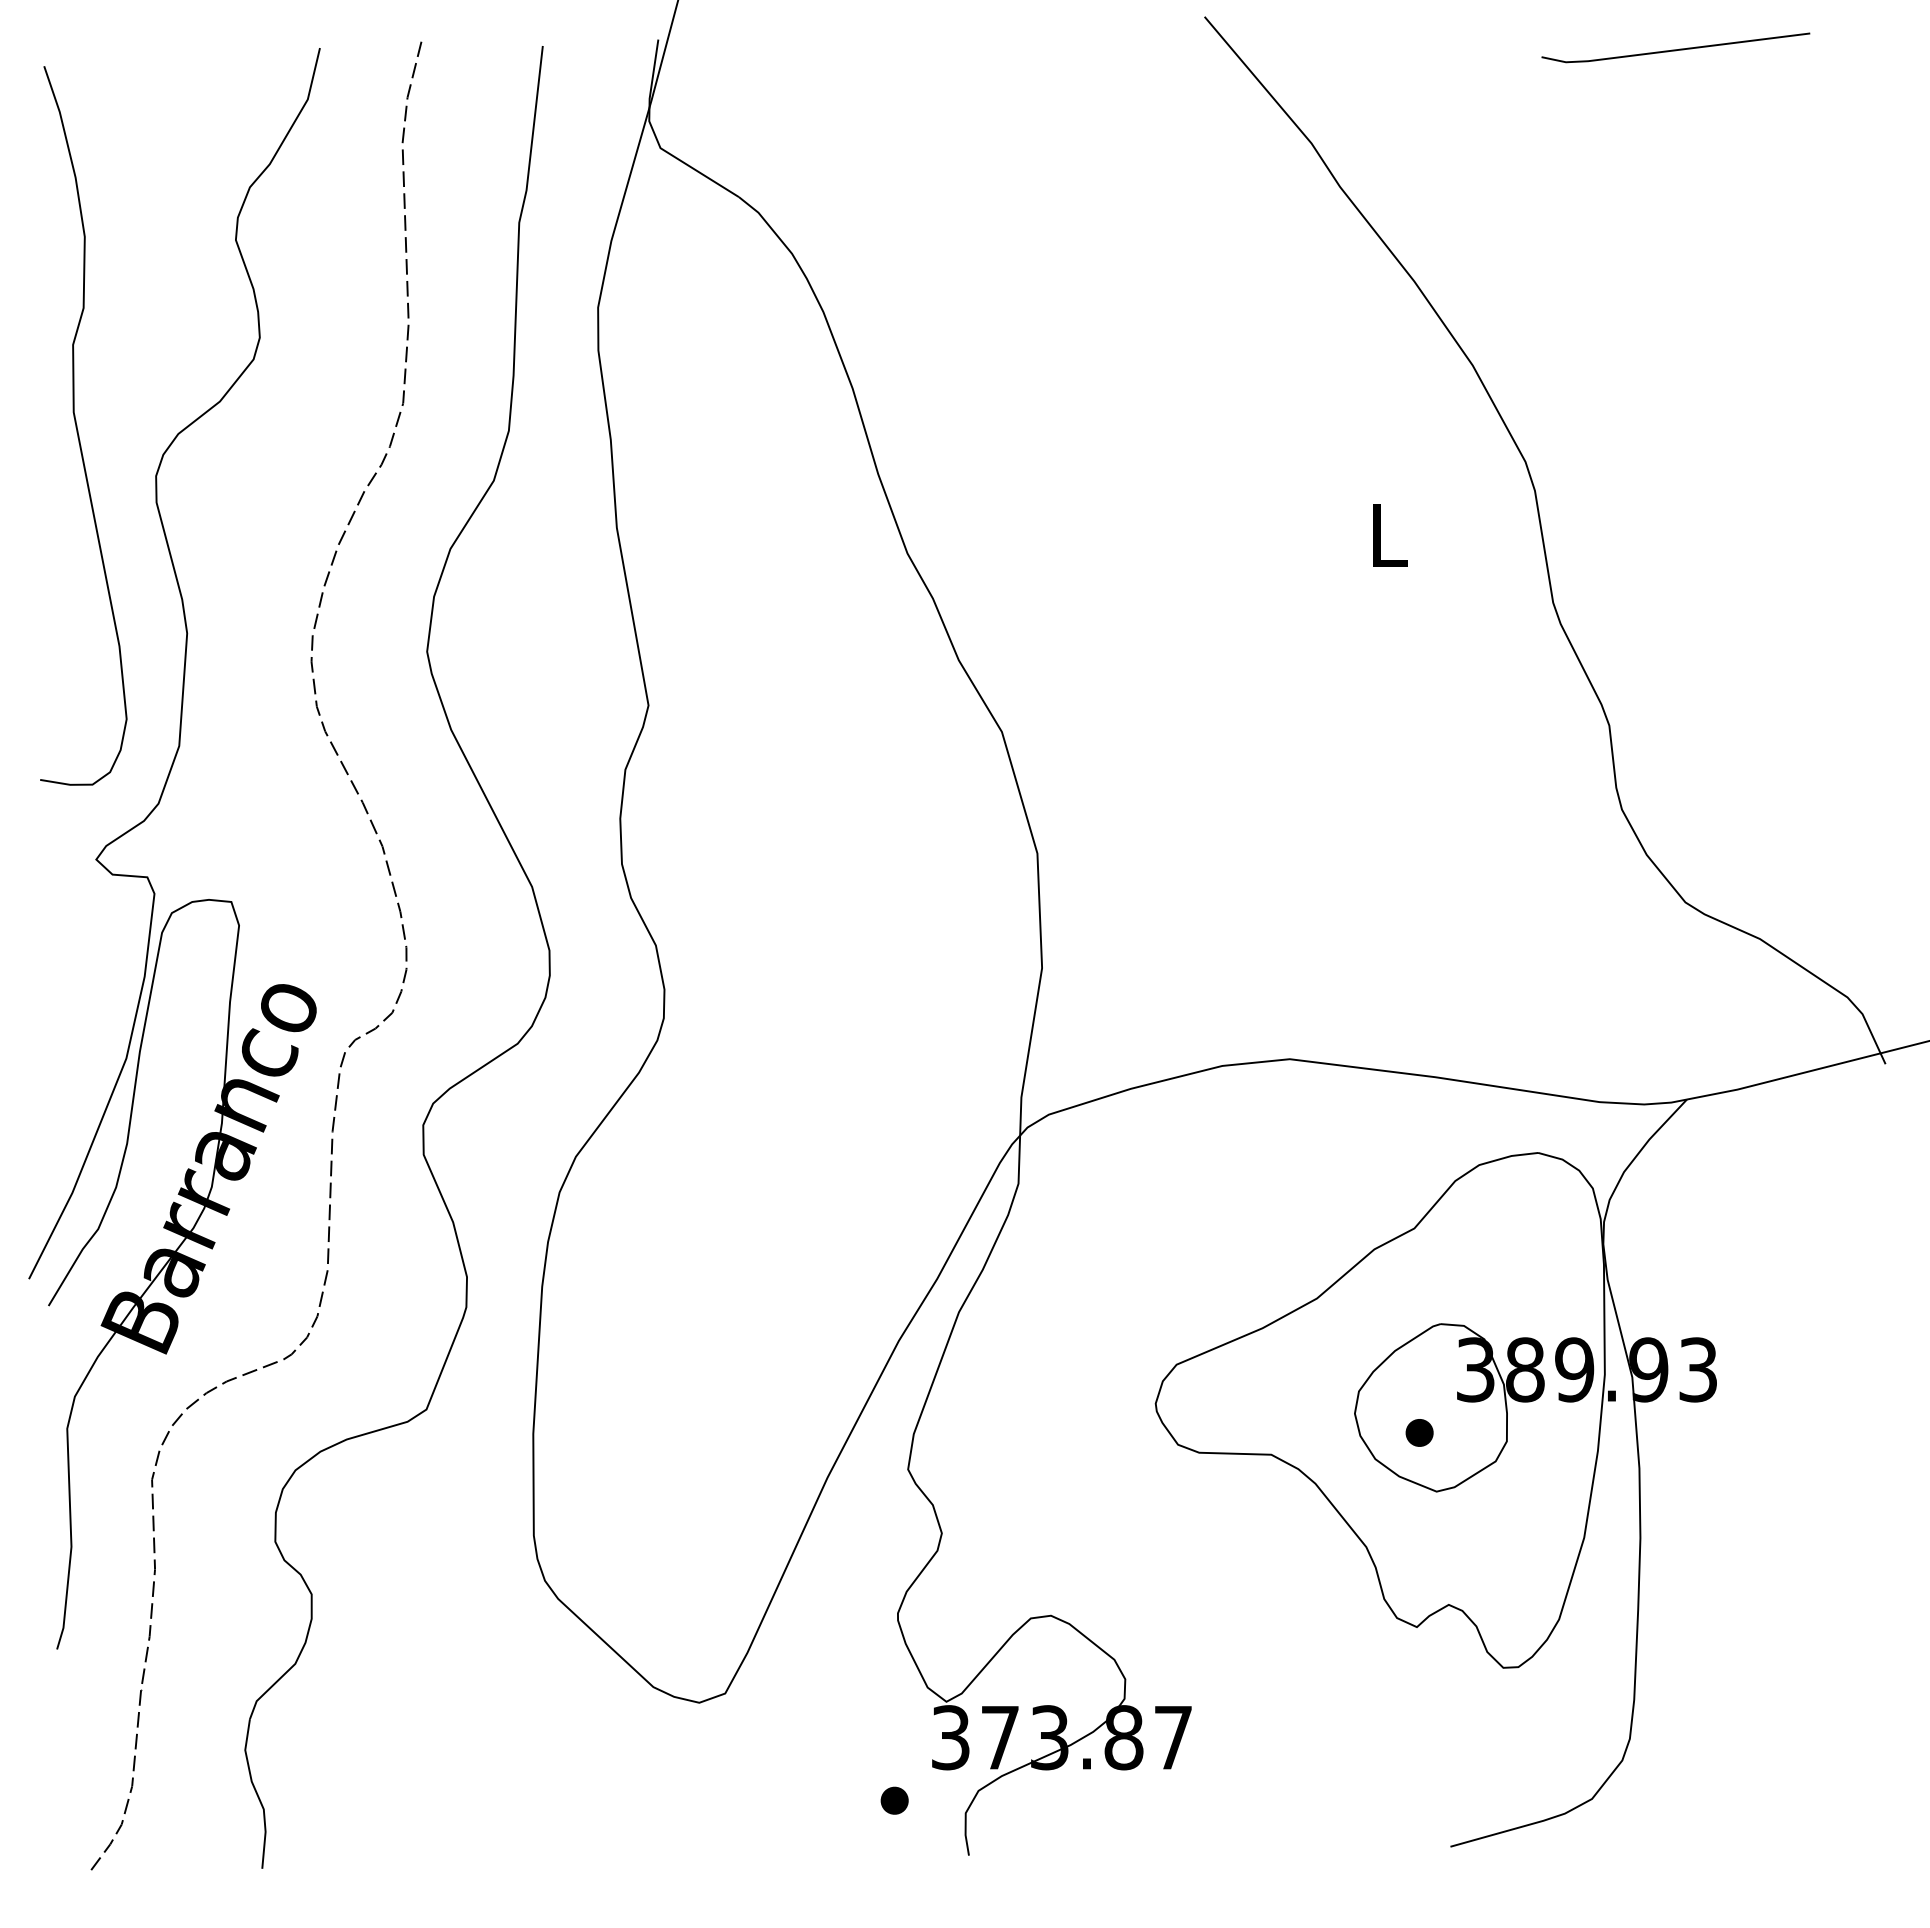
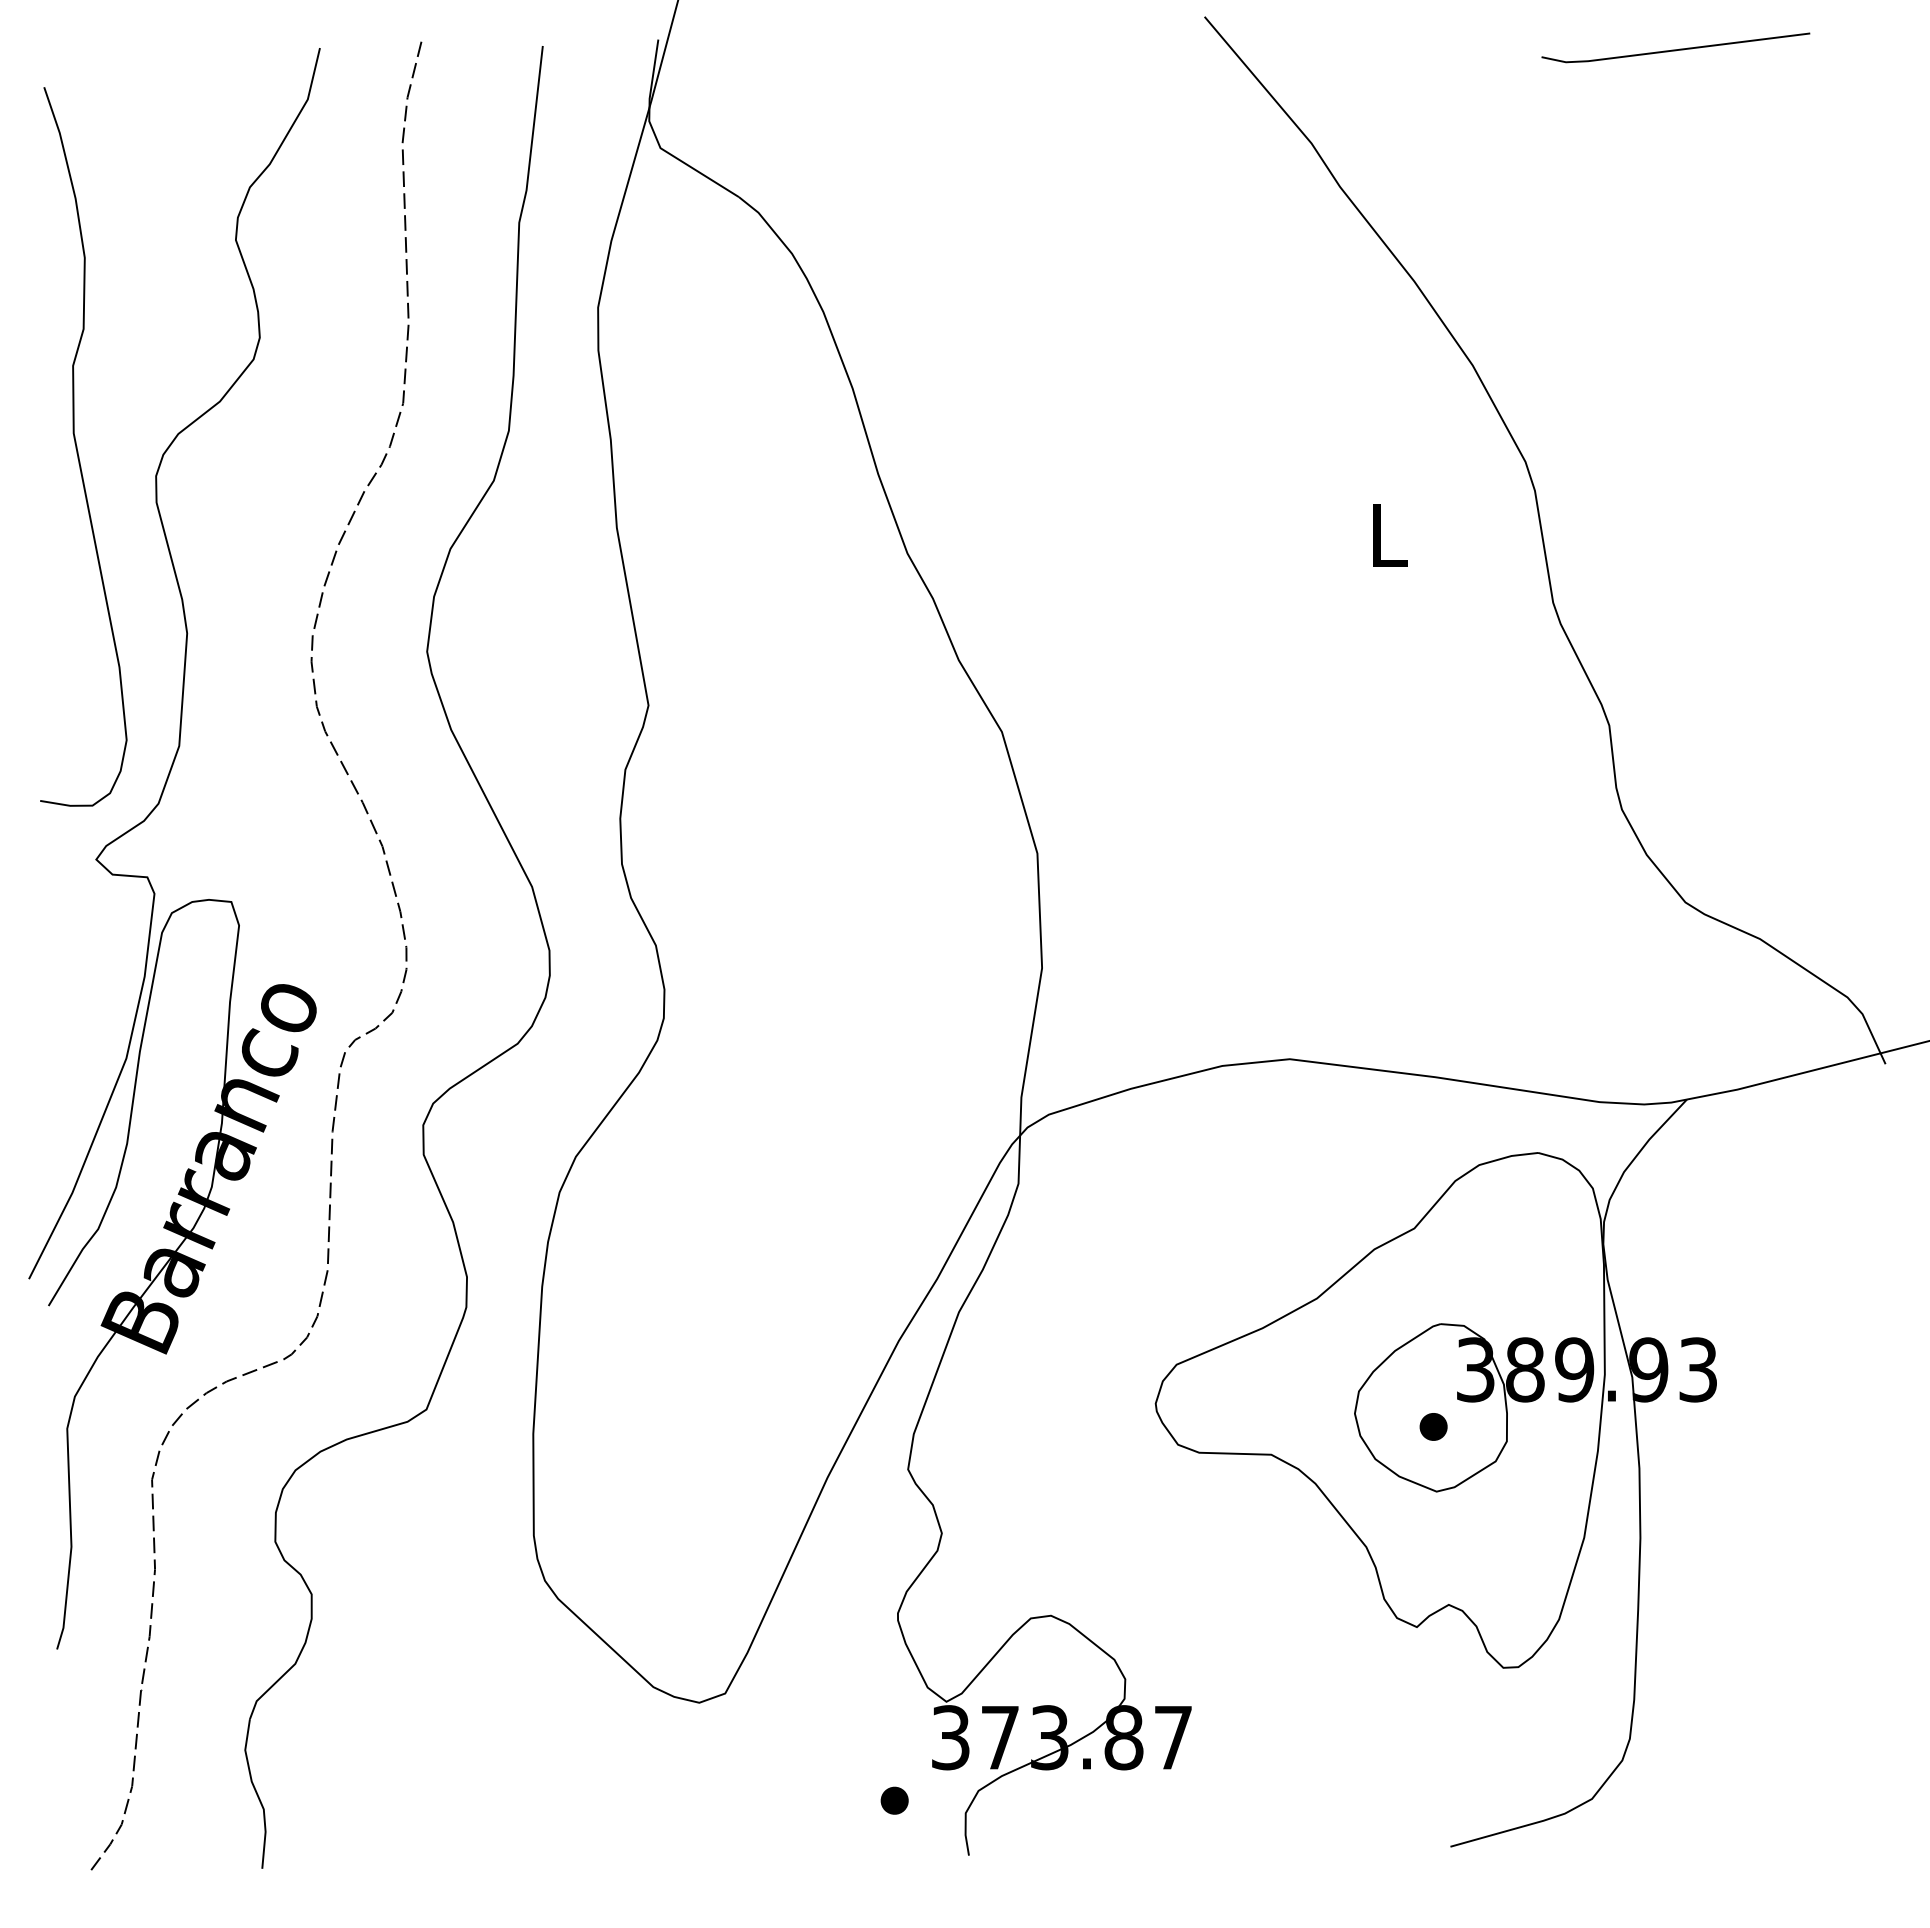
curve at (77, 425) position: (77, 425) -> (77, 446)
part at (1419, 1432) position: (1419, 1432) -> (1433, 1426)
